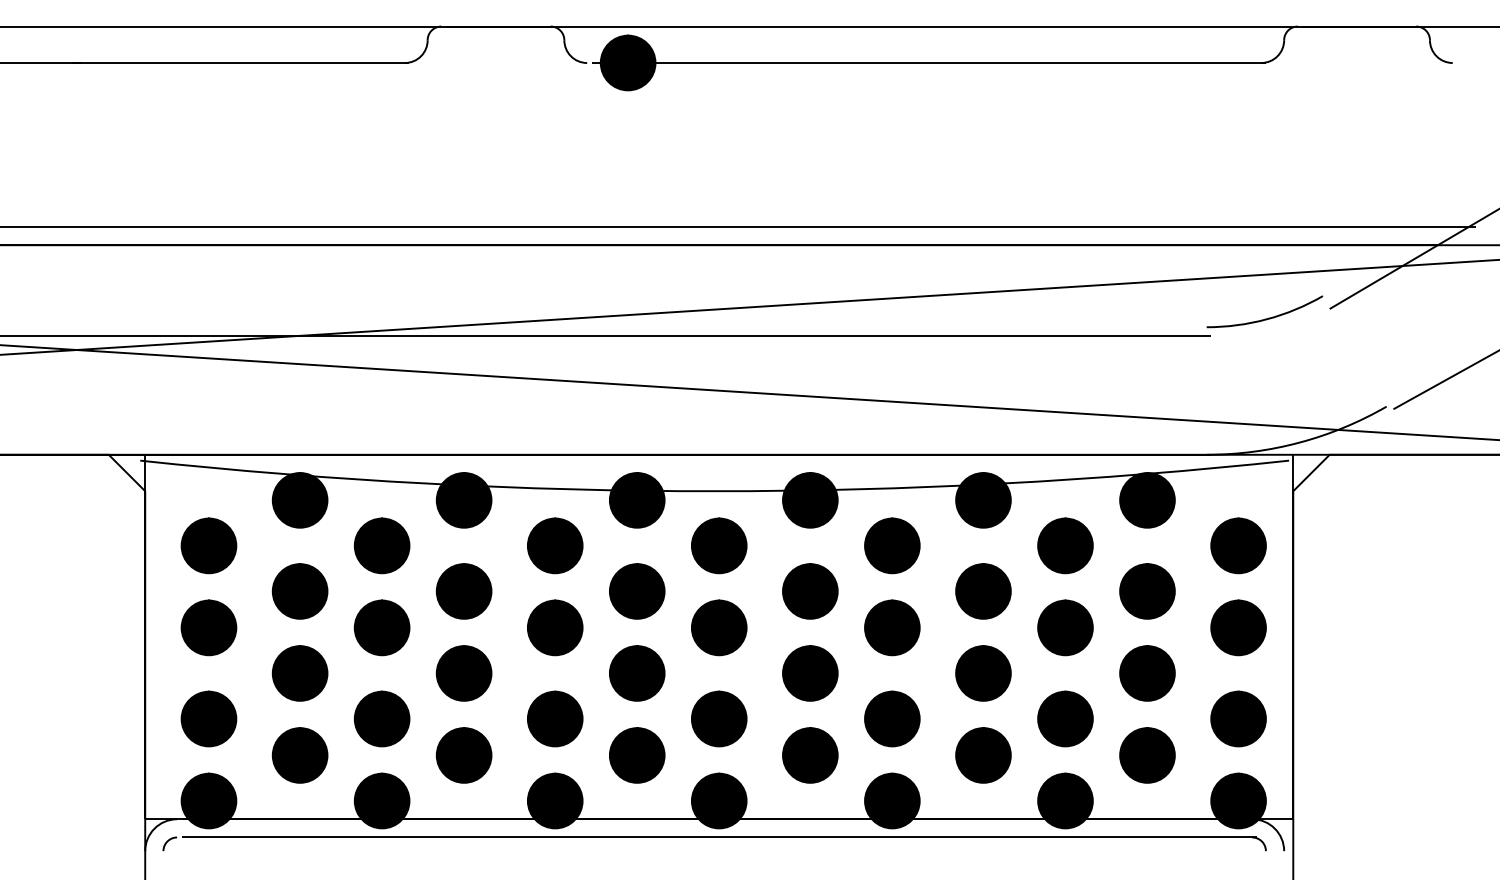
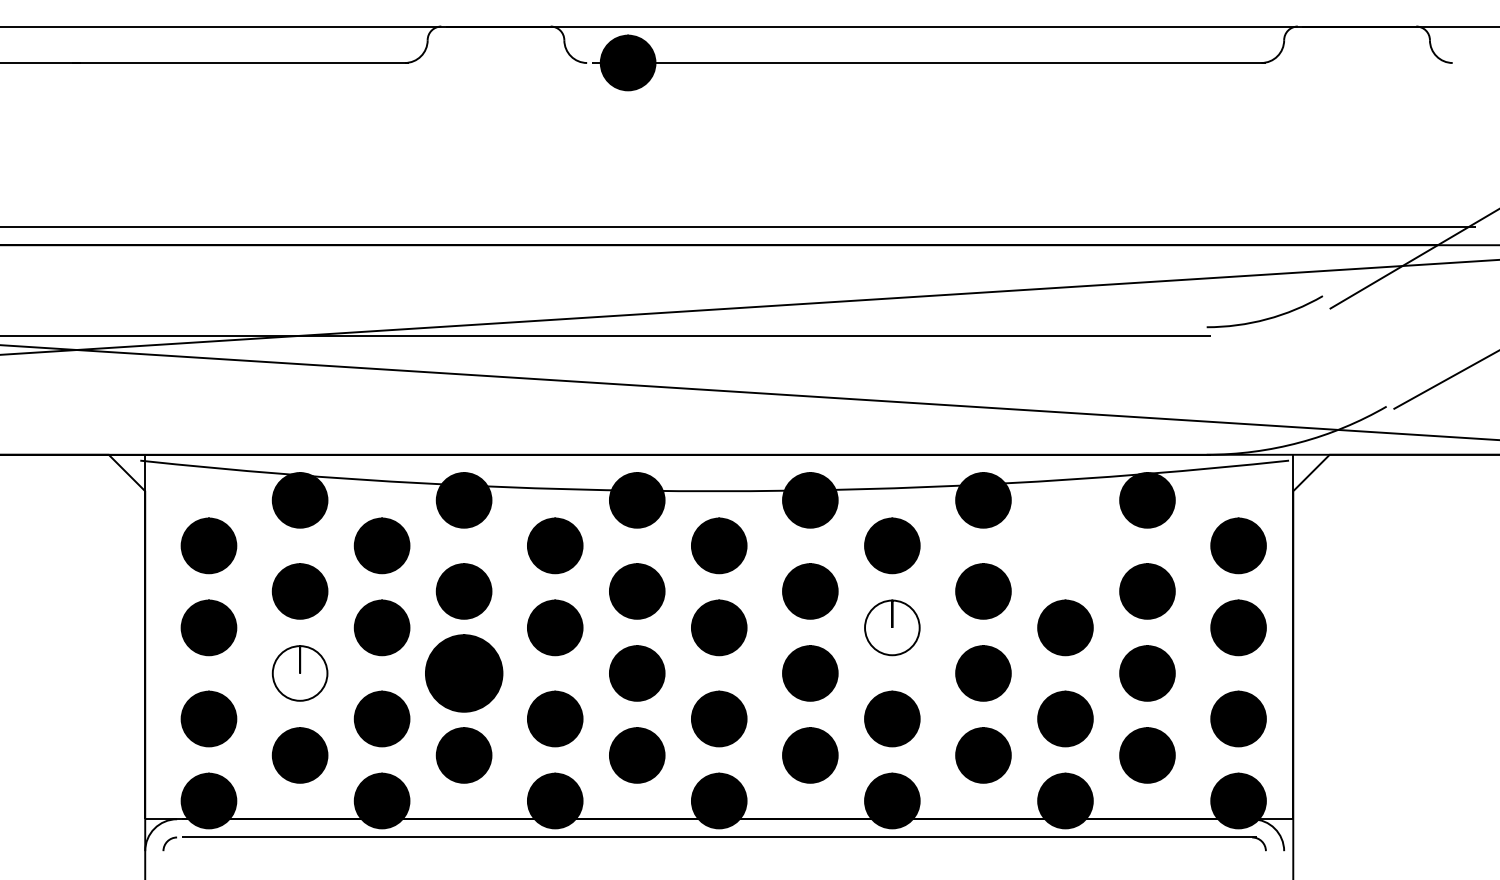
part at (1065, 545): present -> none
fill at (892, 627): present -> none
fill at (299, 673): present -> none
part at (463, 673) size: 58x57 px -> 79x79 px
